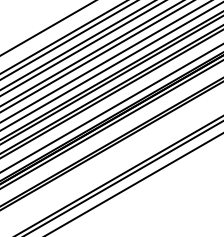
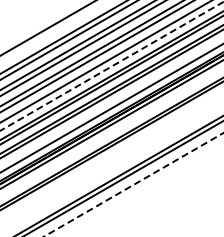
line at (112, 66): solid -> dashed
line at (133, 184): solid -> dashed
